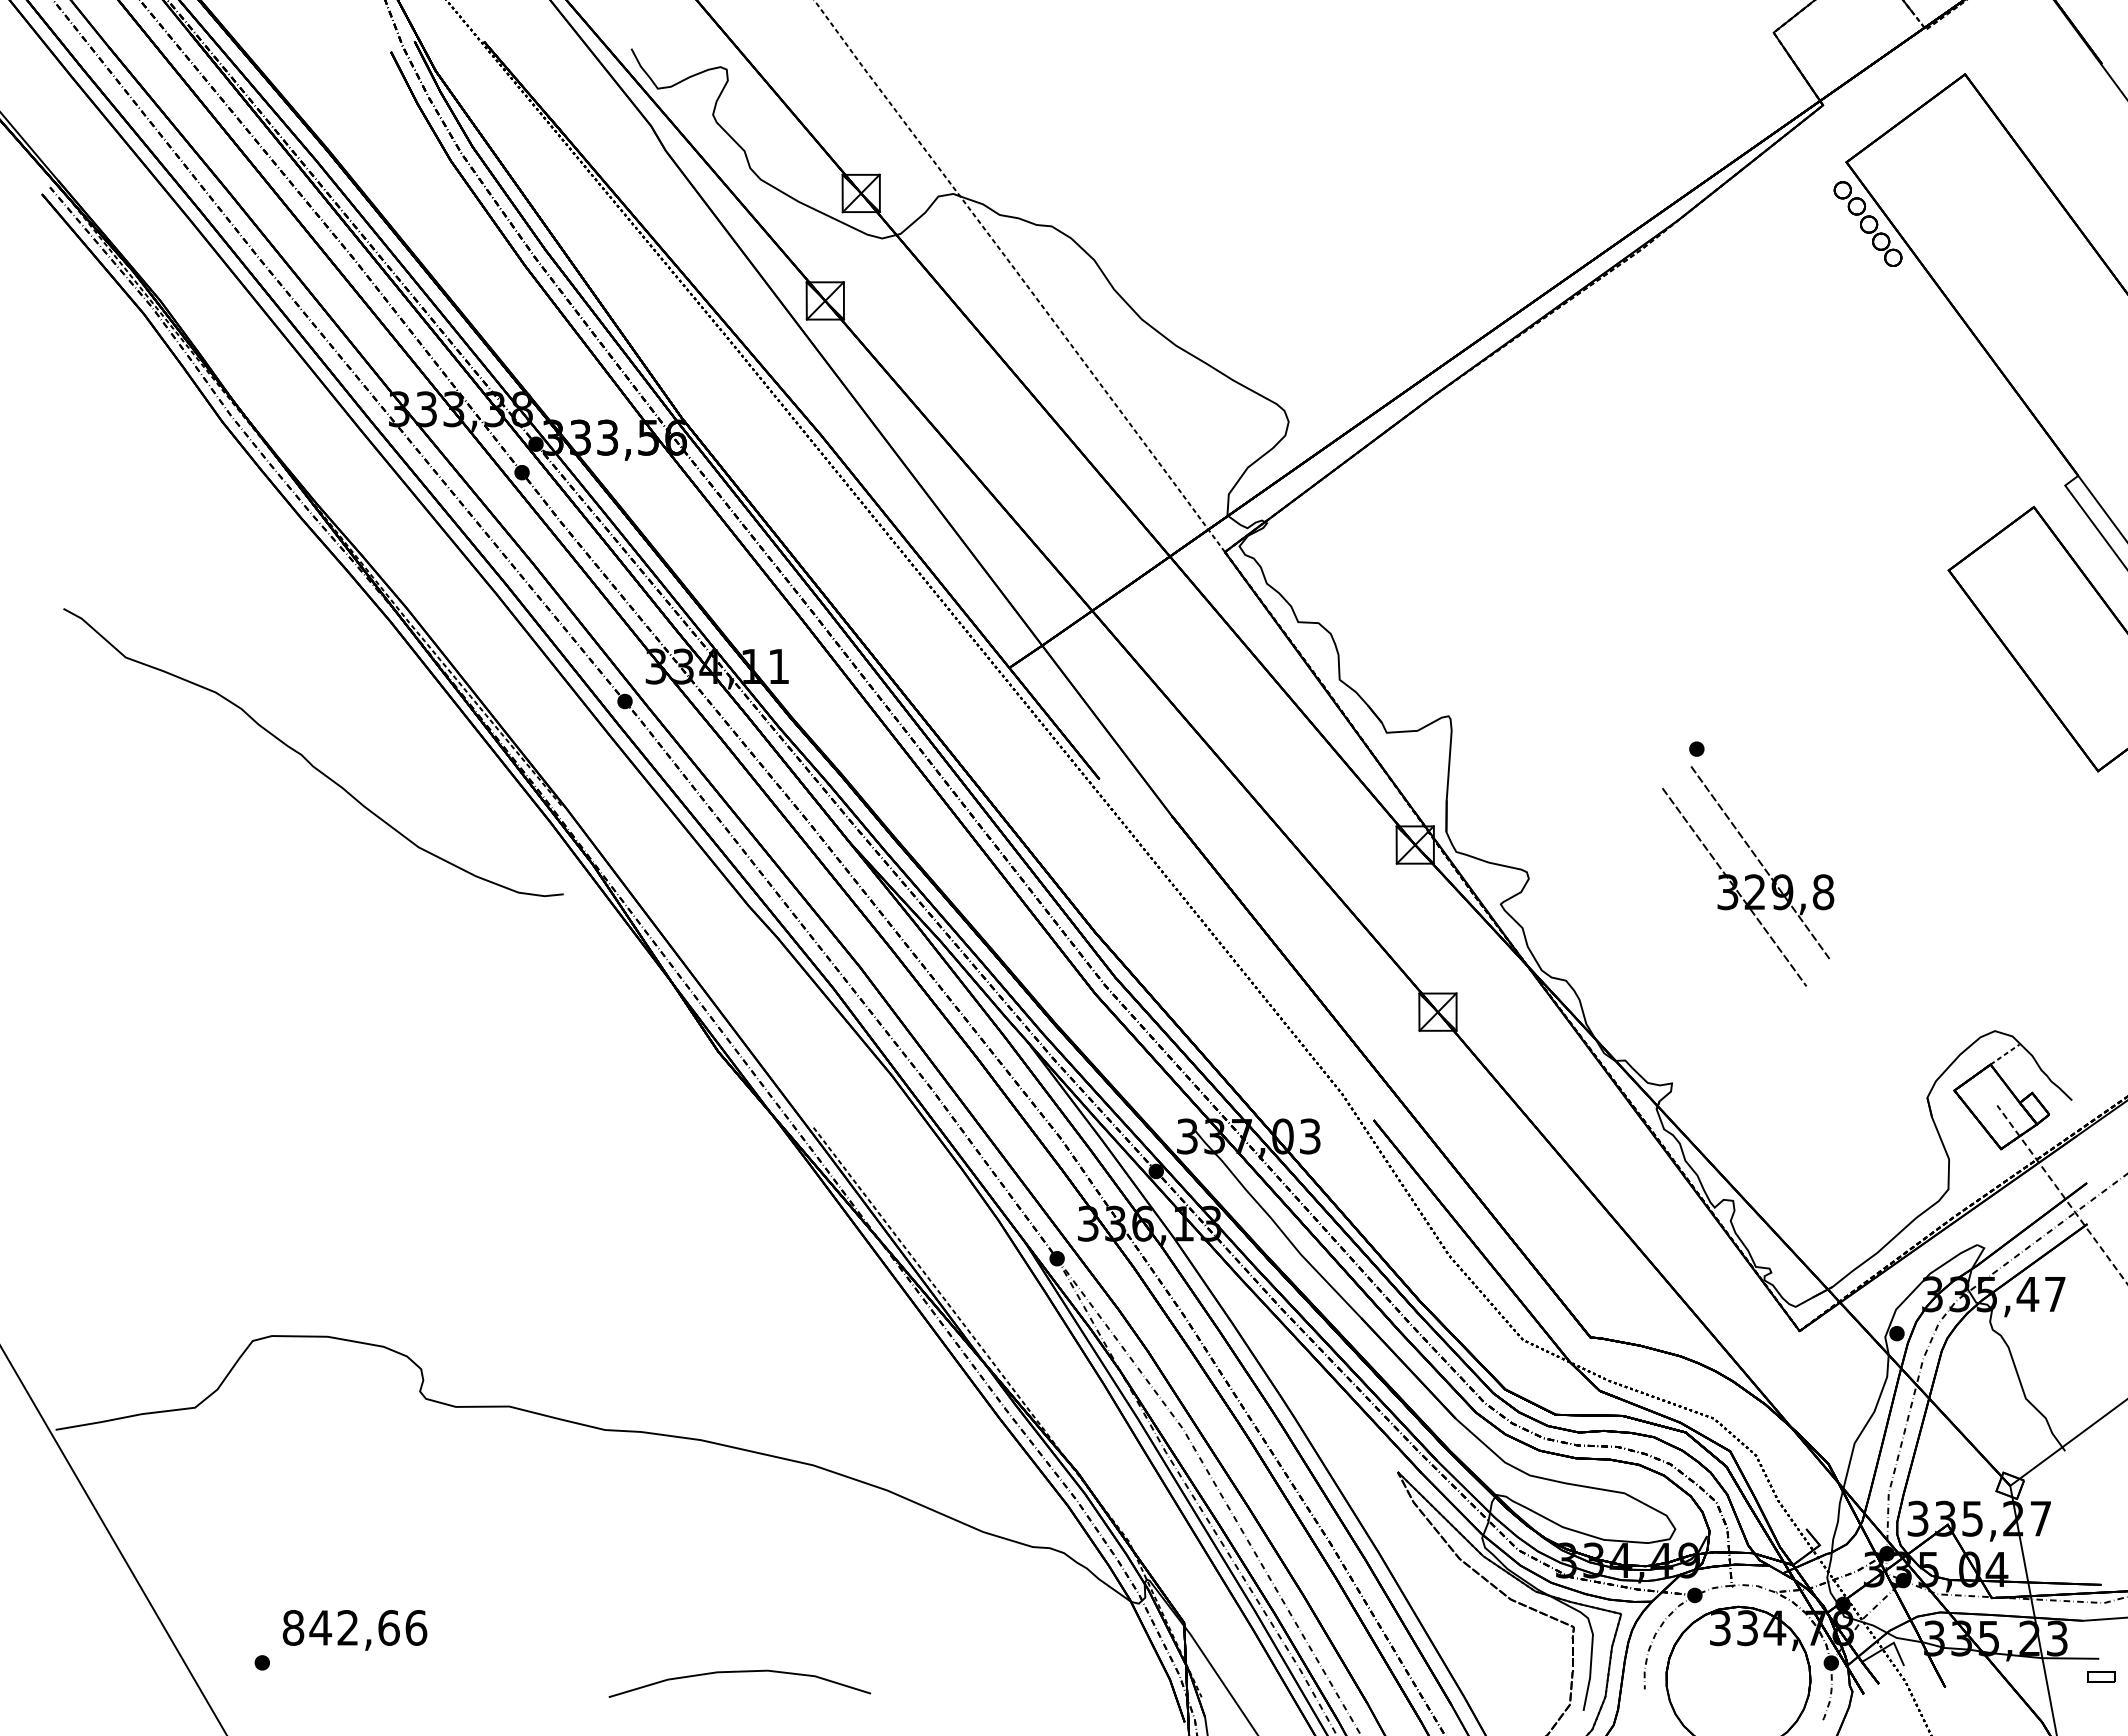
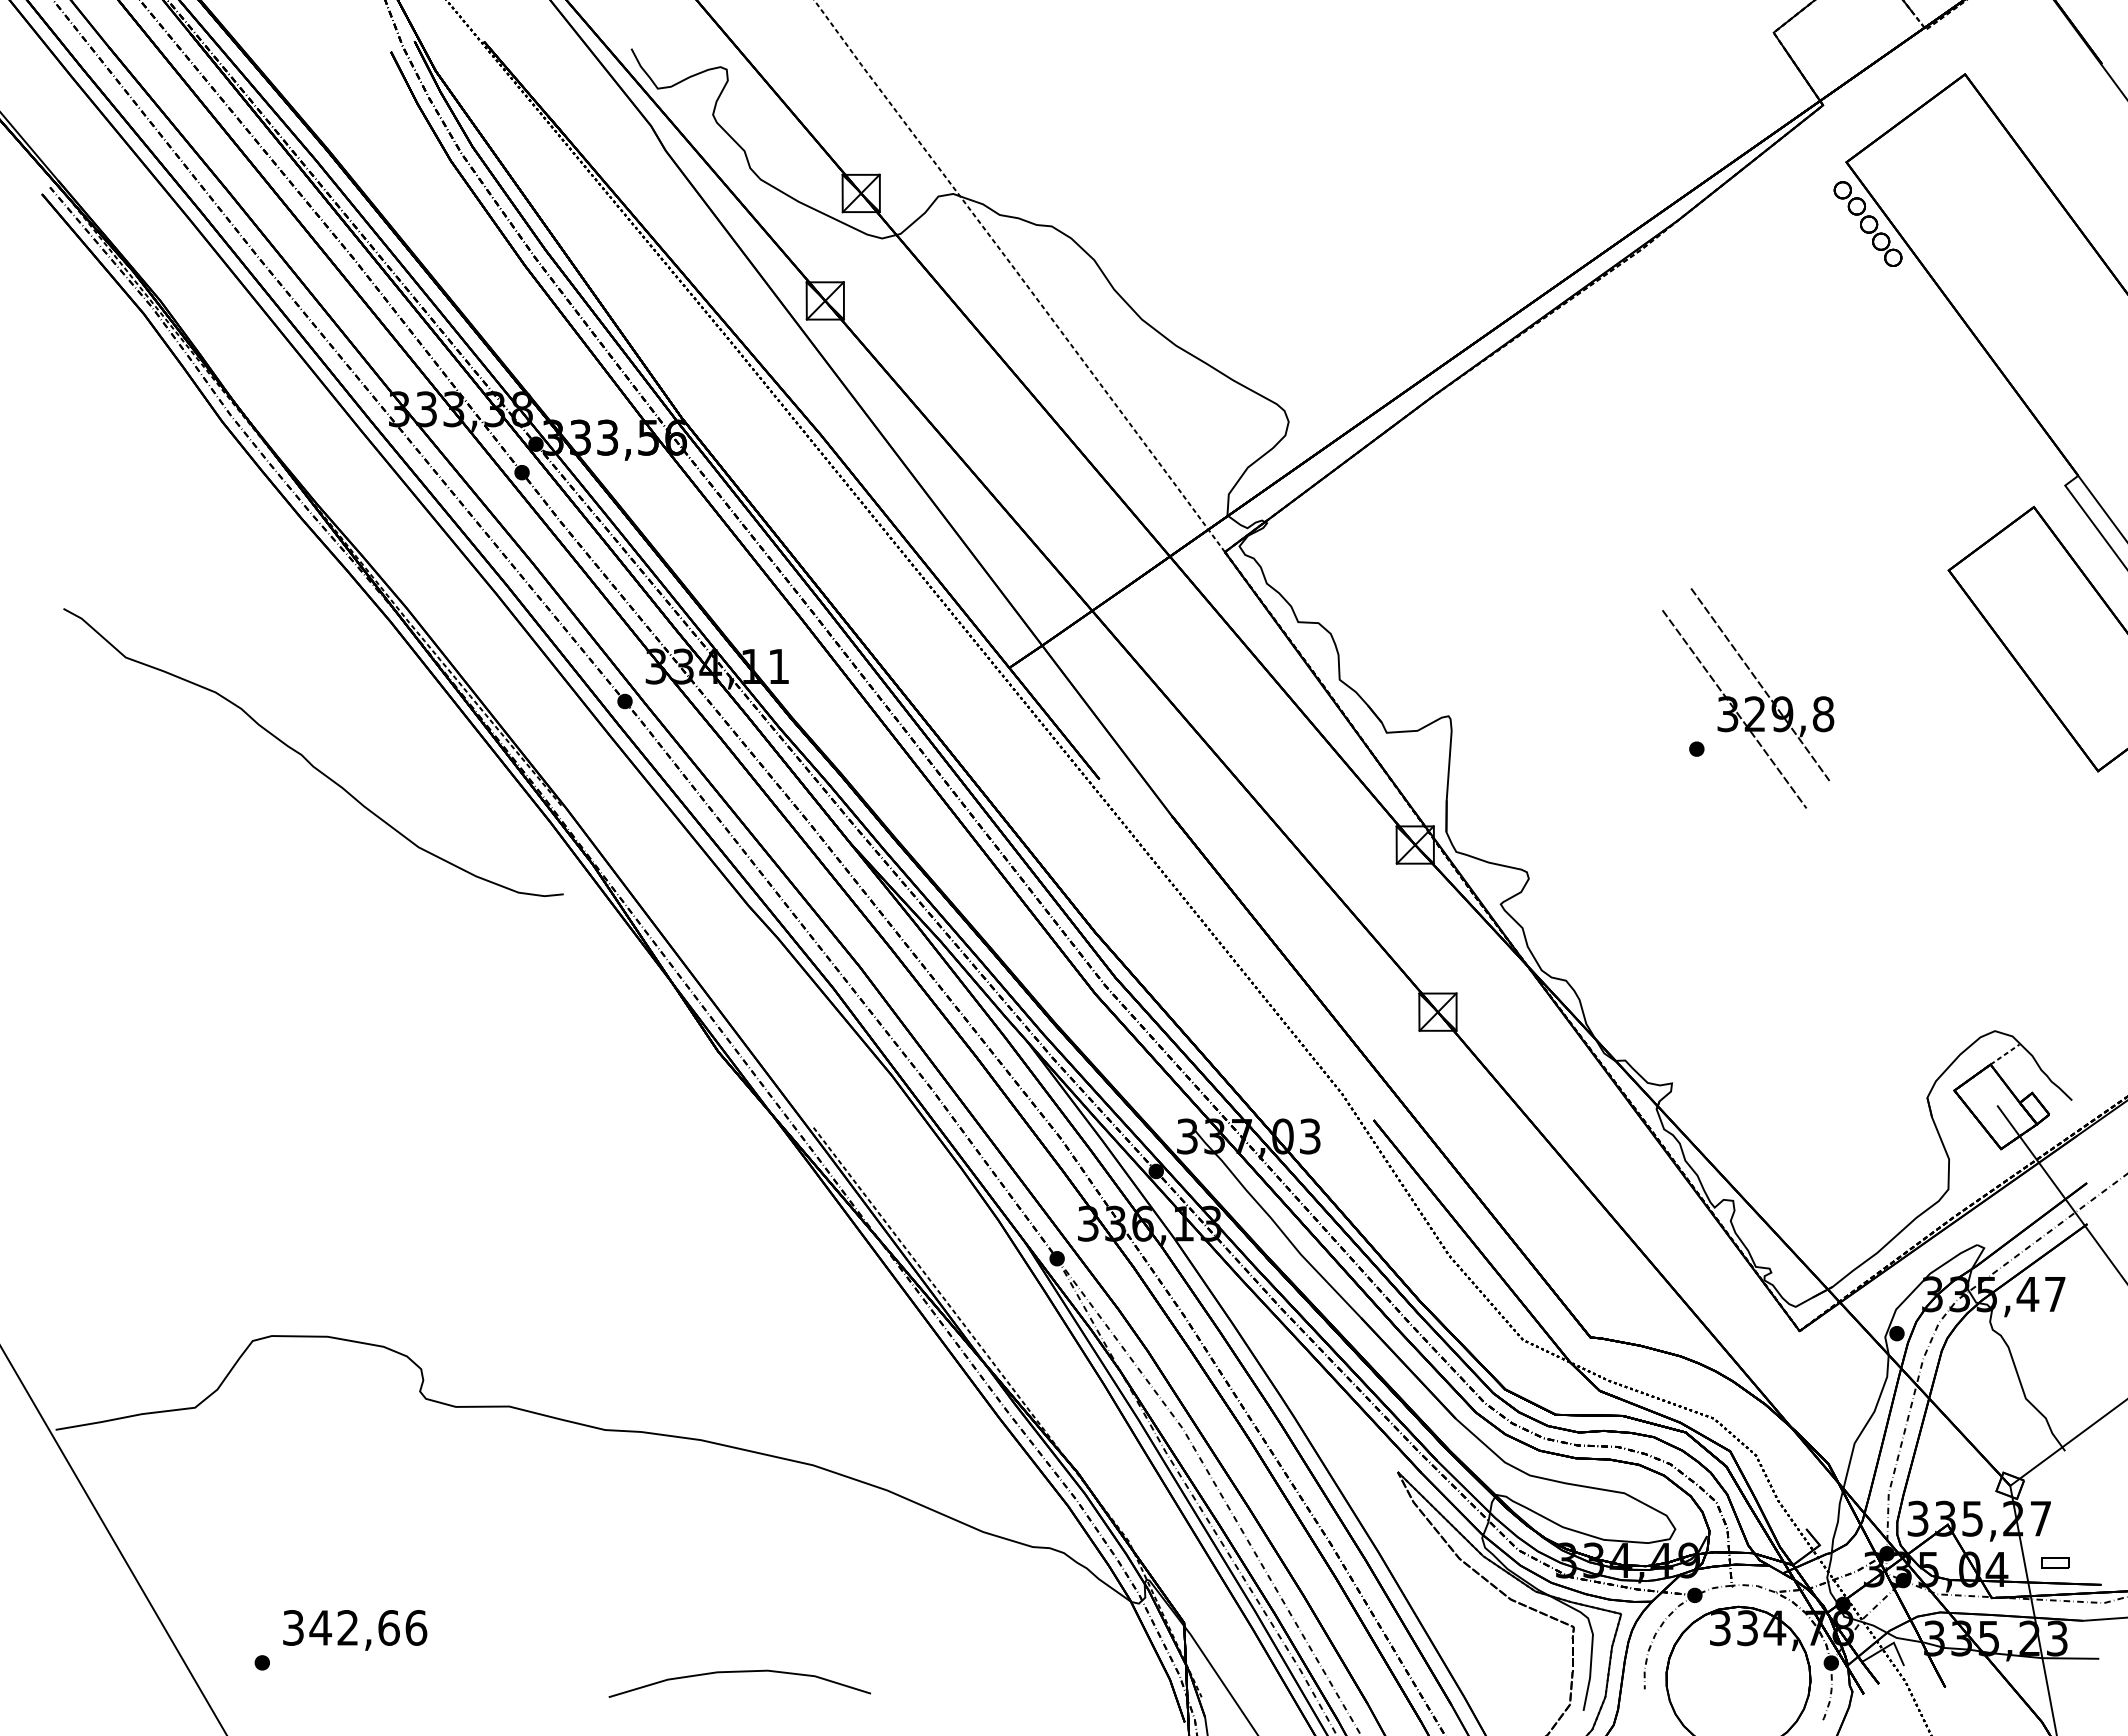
part at (1748, 876) position: (1748, 876) -> (1748, 698)
line at (2062, 1195): dashed -> solid
text at (293, 1627): 842,66 -> 342,66
part at (2101, 1676) position: (2101, 1676) -> (2055, 1562)
